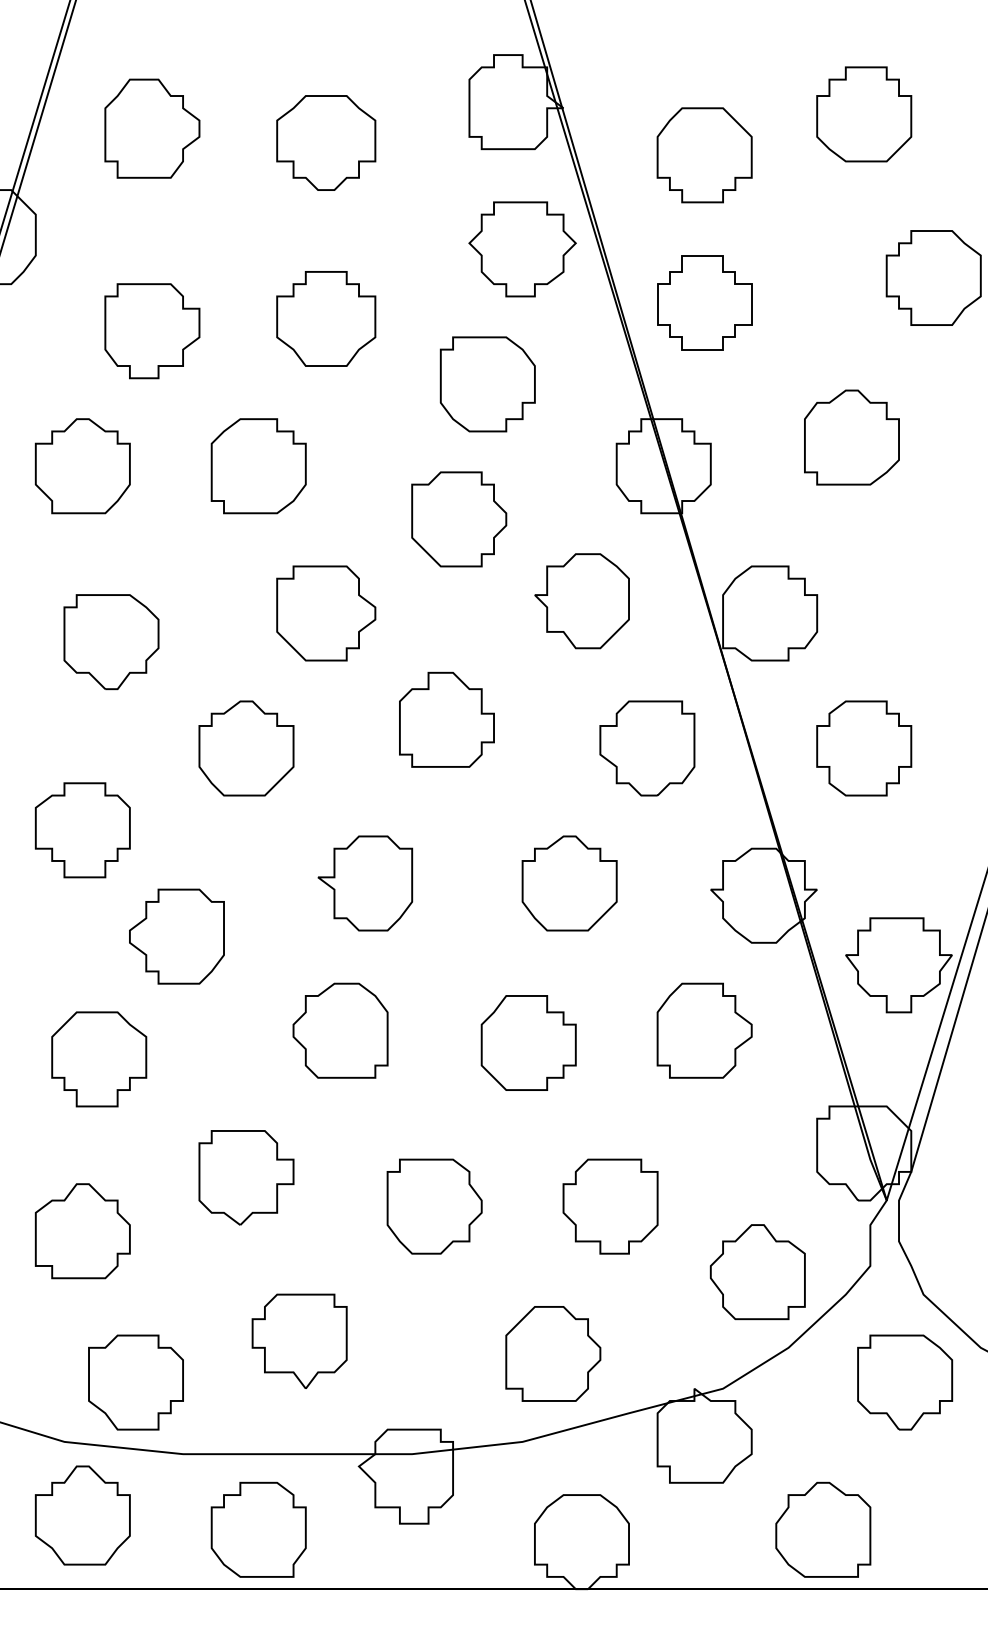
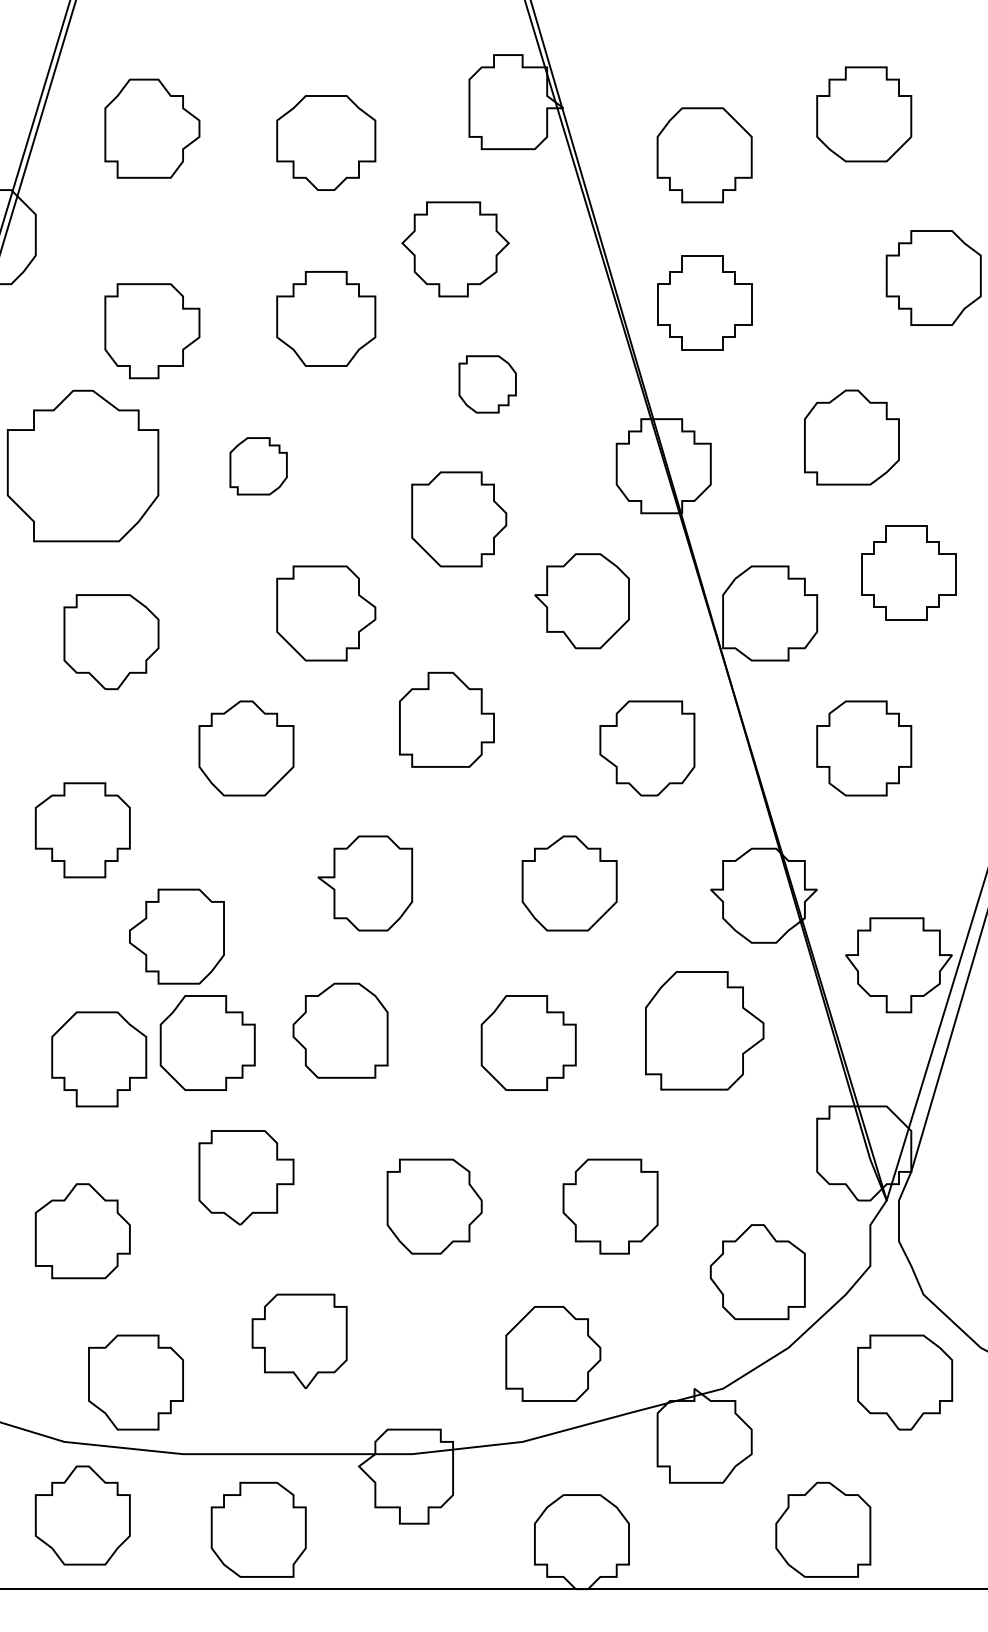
part at (522, 249) position: (522, 249) -> (455, 249)
part at (487, 384) size: 97x97 px -> 59x59 px
part at (82, 466) size: 97x97 px -> 154x154 px
part at (258, 466) size: 97x97 px -> 59x59 px
part at (908, 572): none -> present
part at (704, 1030) size: 97x97 px -> 120x120 px
part at (207, 1042): none -> present
